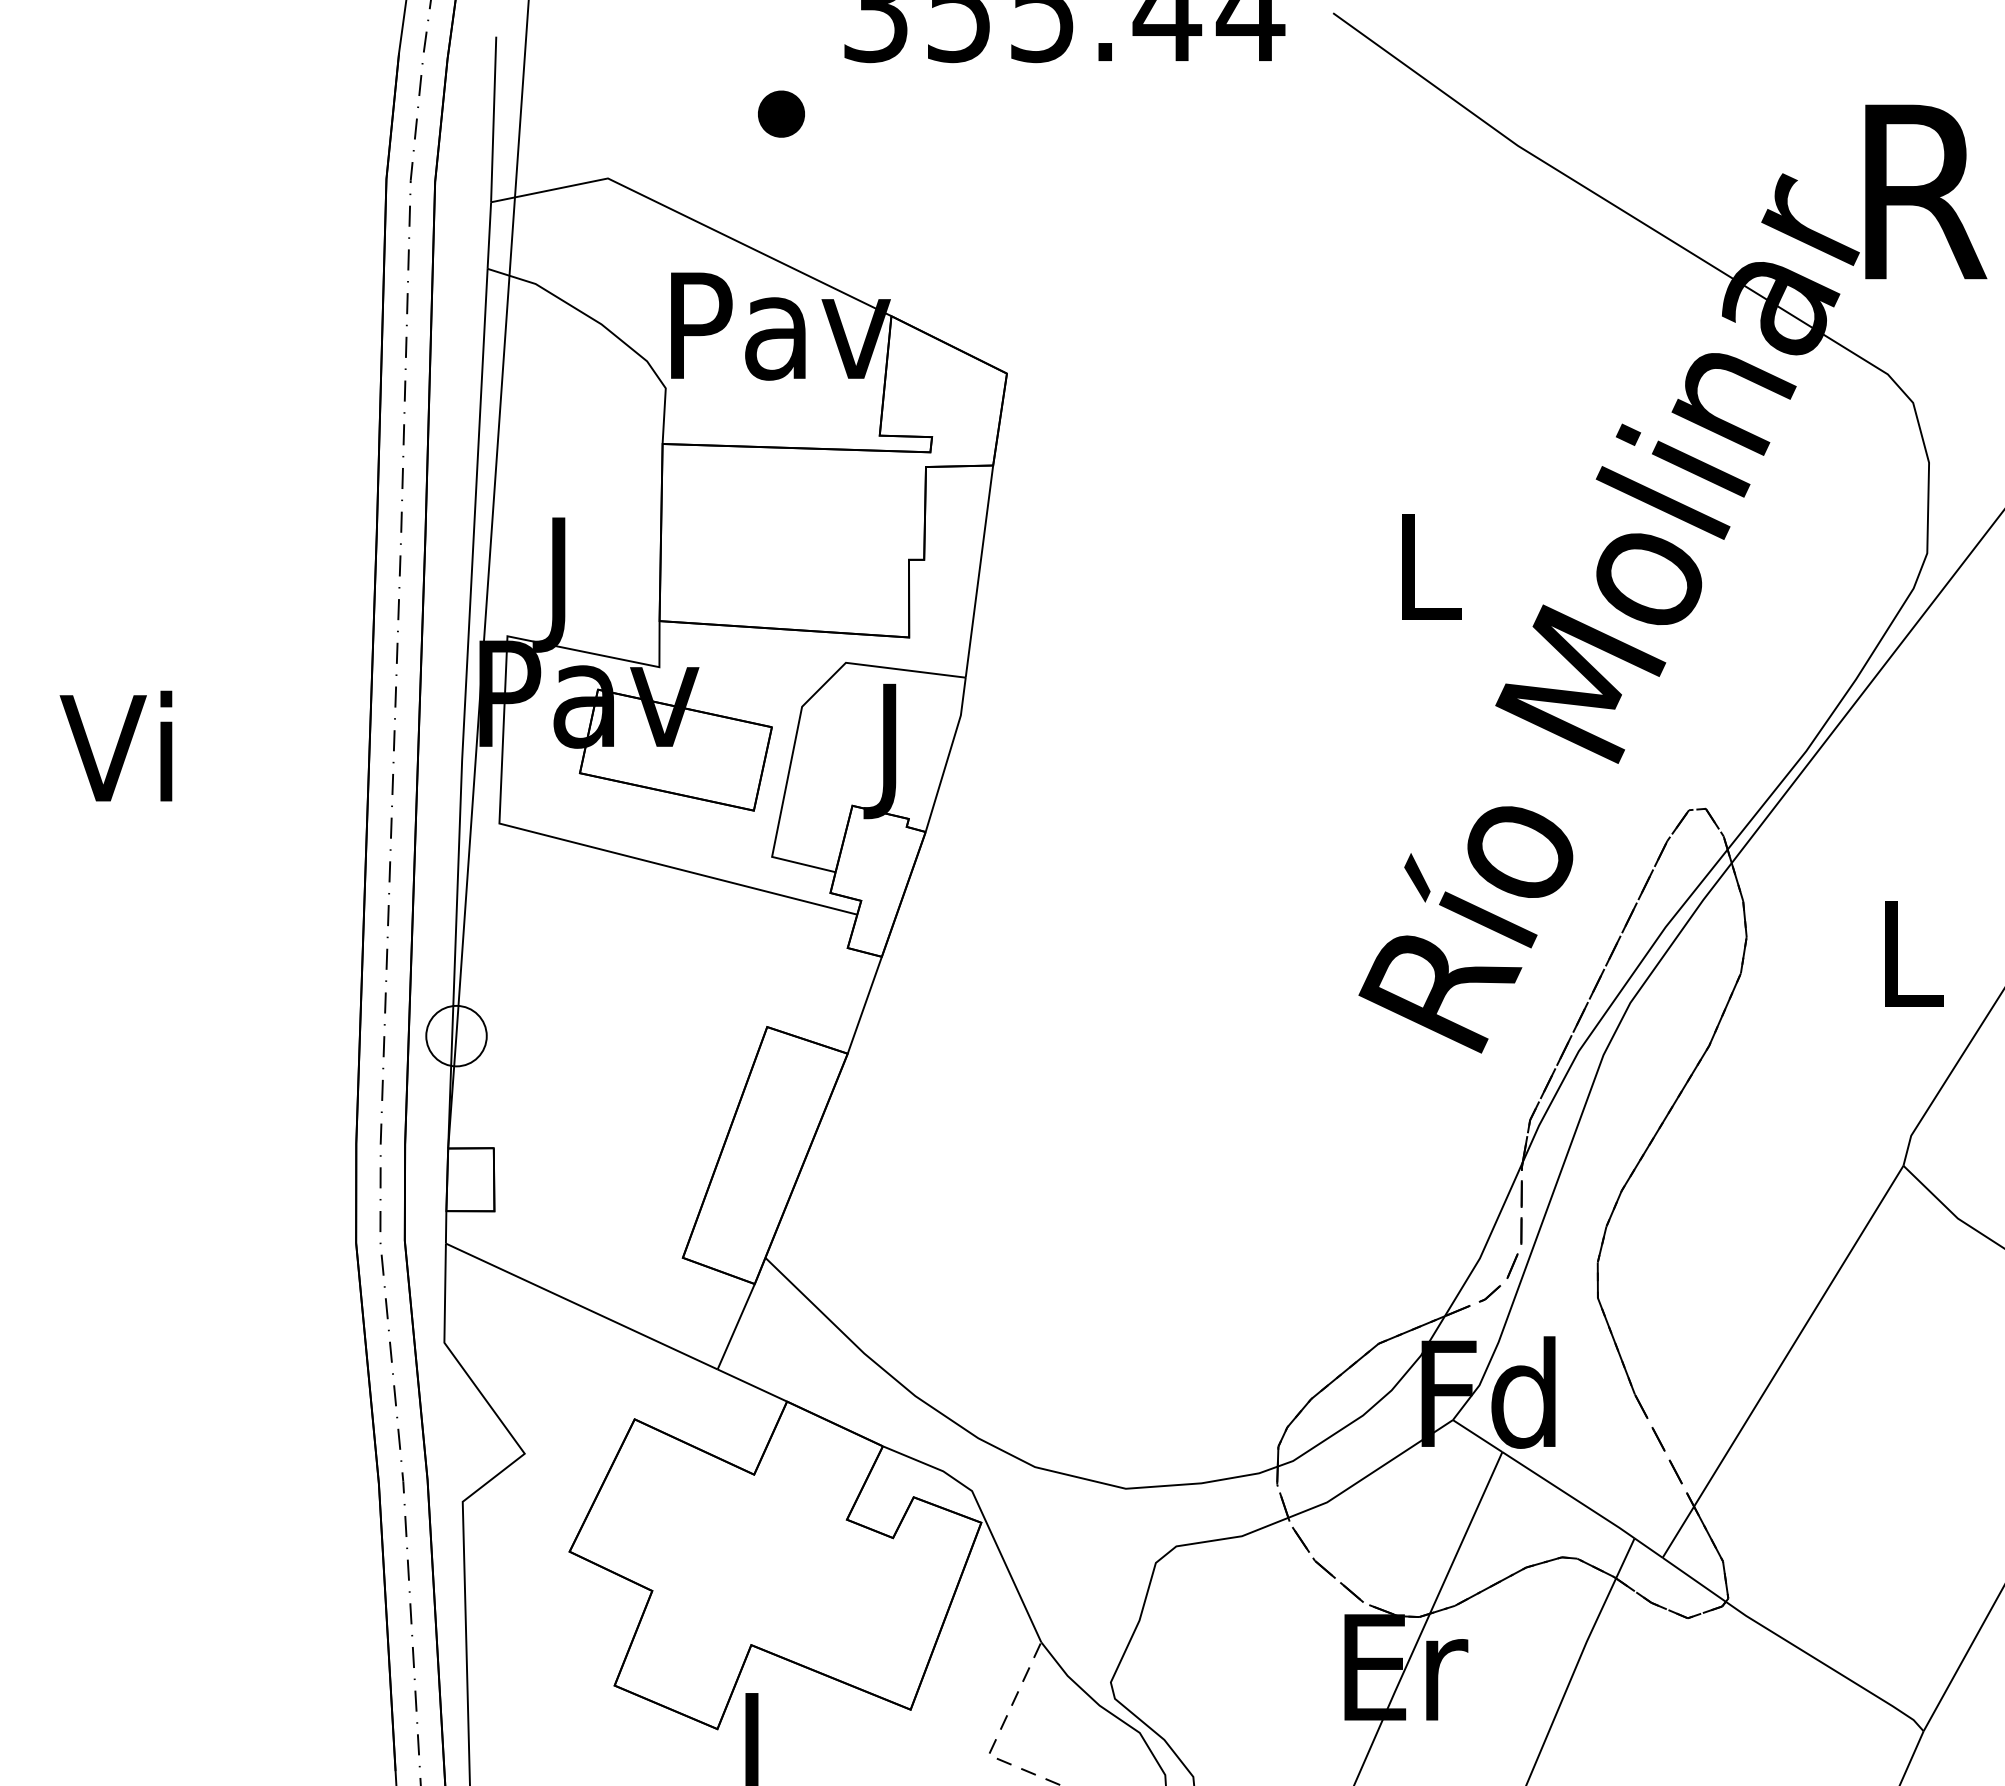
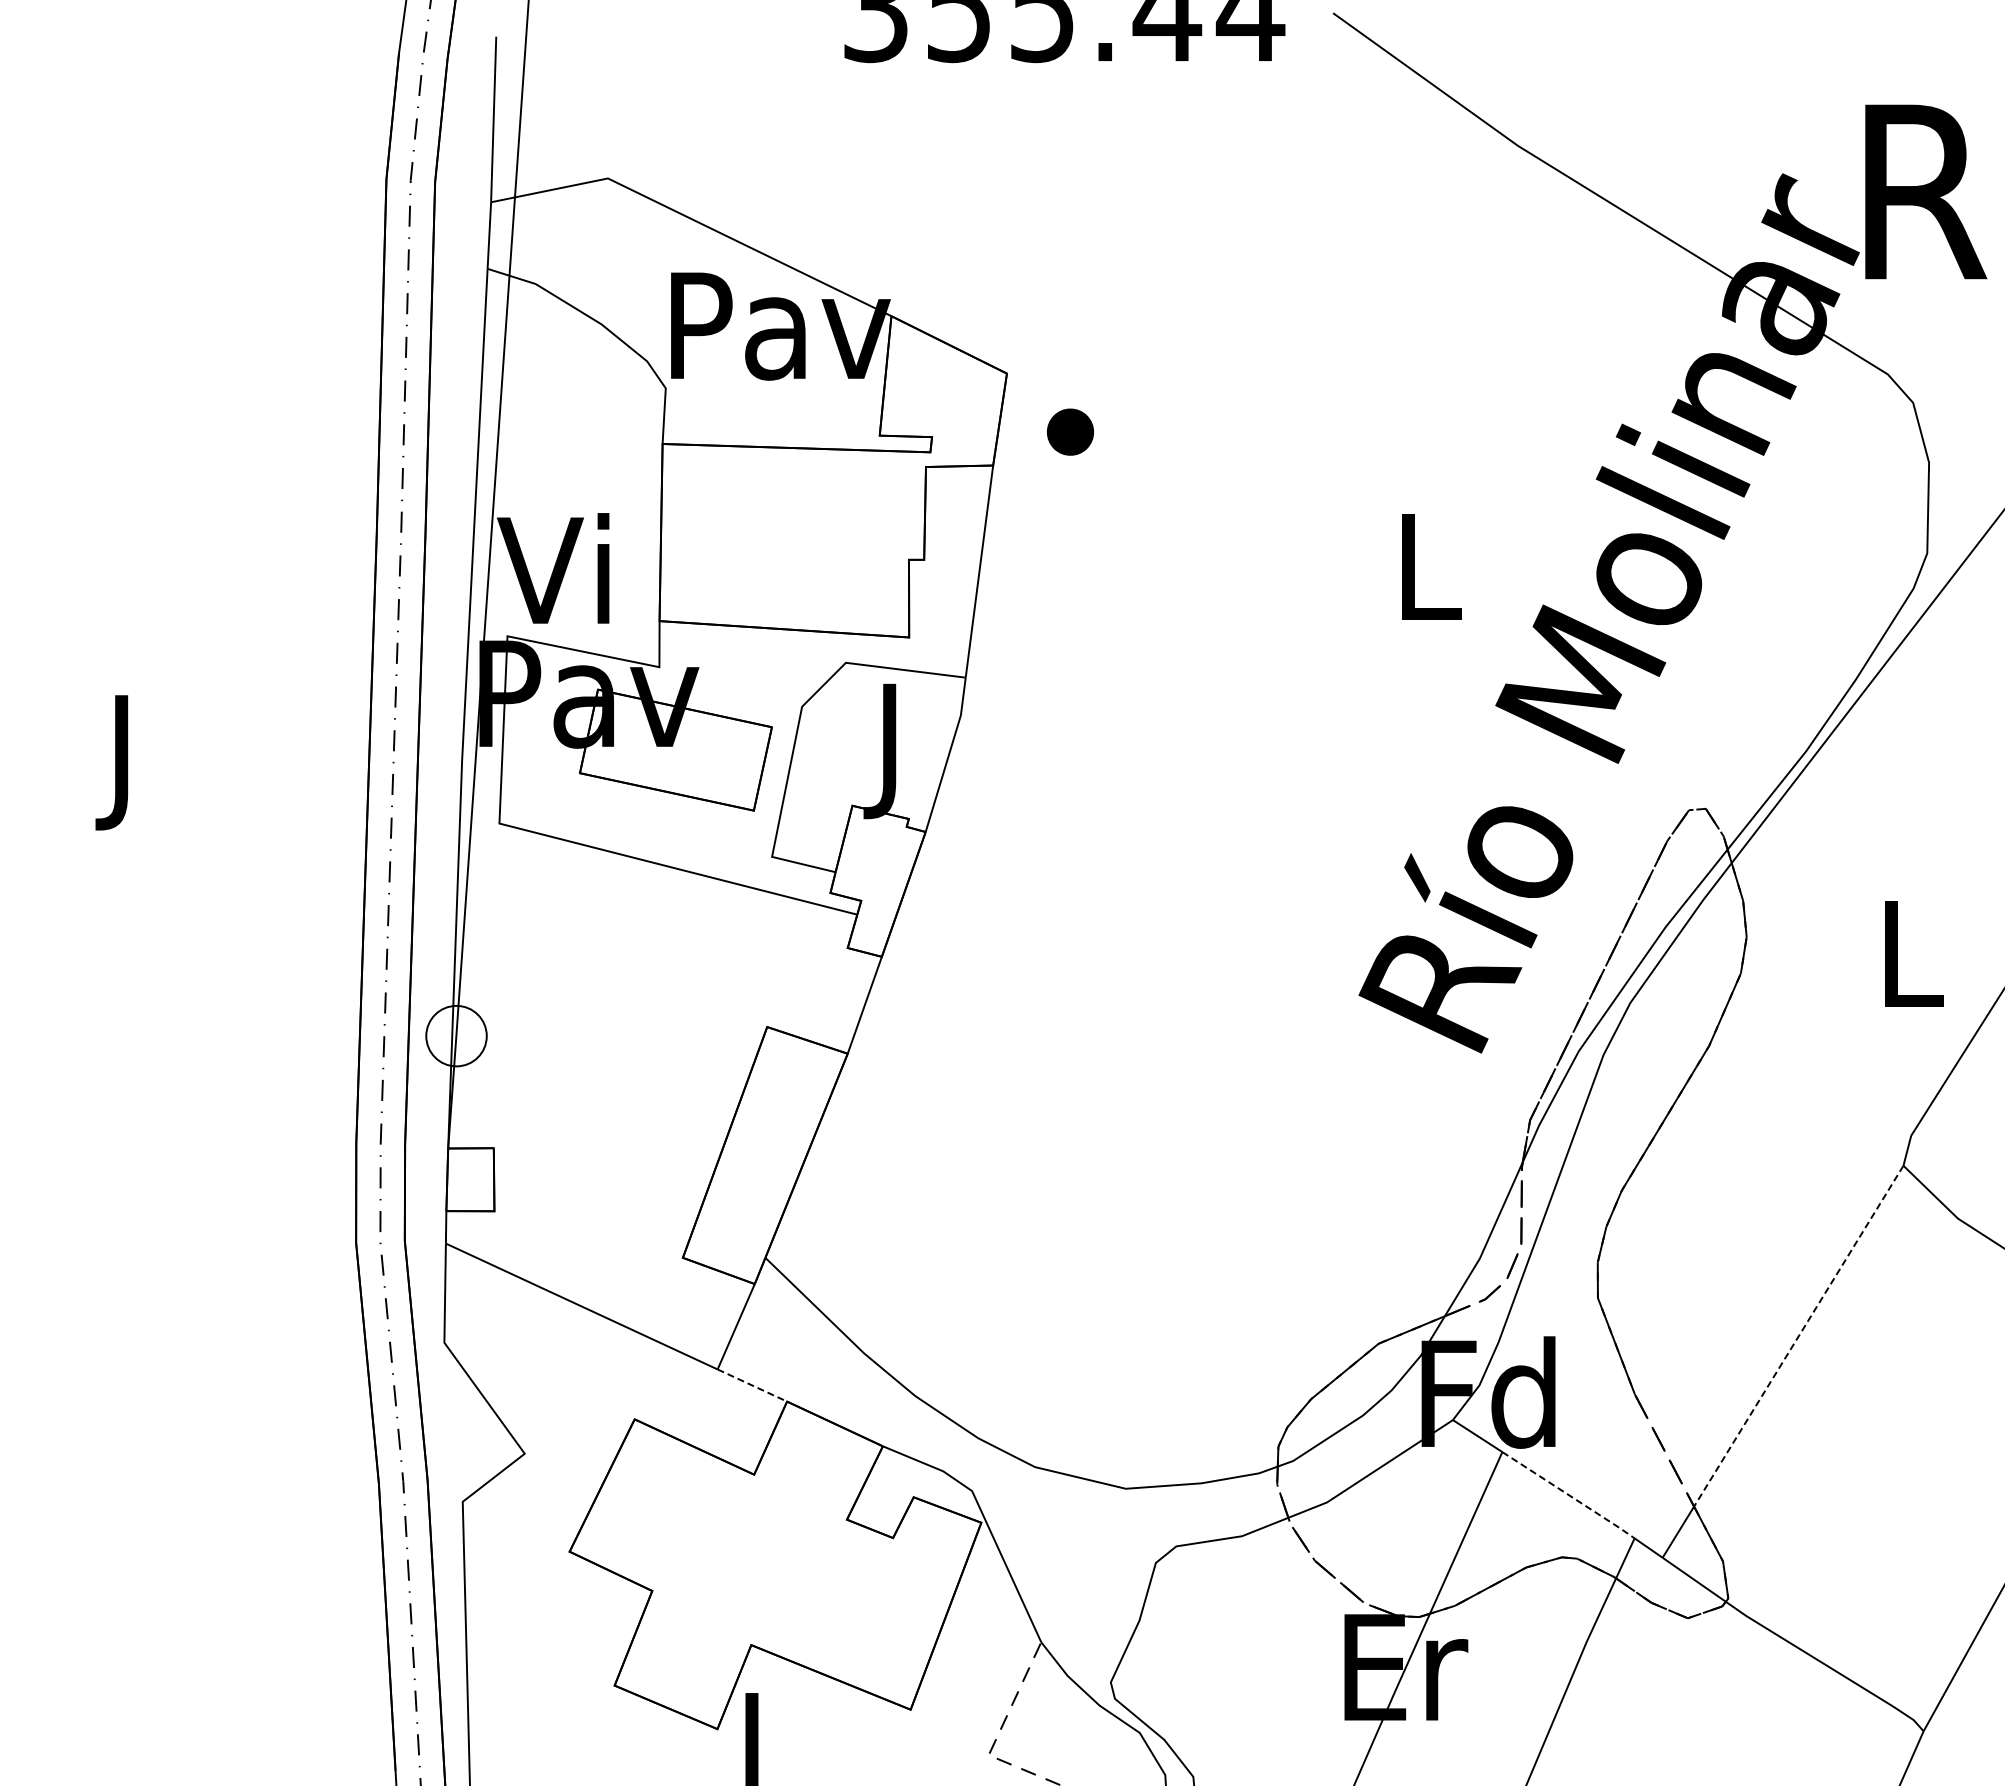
part at (781, 113) position: (781, 113) -> (1070, 431)
text at (552, 582): J -> Vi
text at (115, 760): Vi -> J
line at (1798, 1336): solid -> dashed
line at (752, 1385): solid -> dashed
line at (1569, 1495): solid -> dashed
